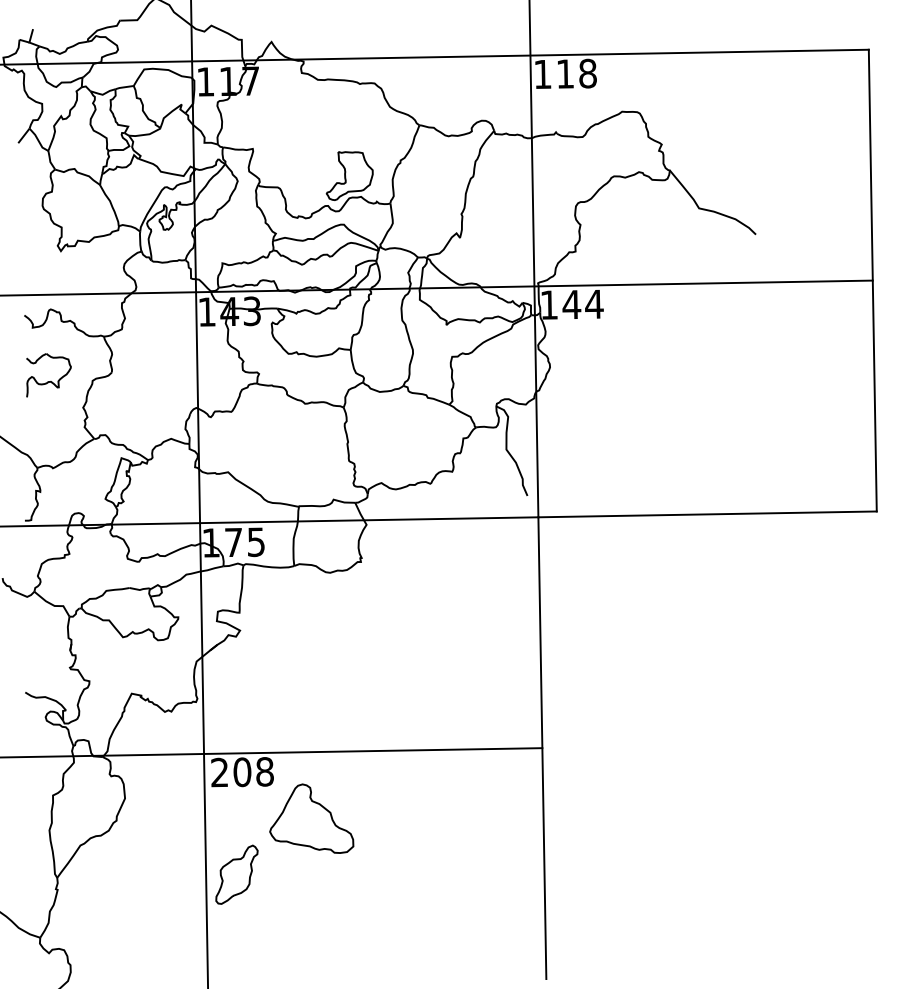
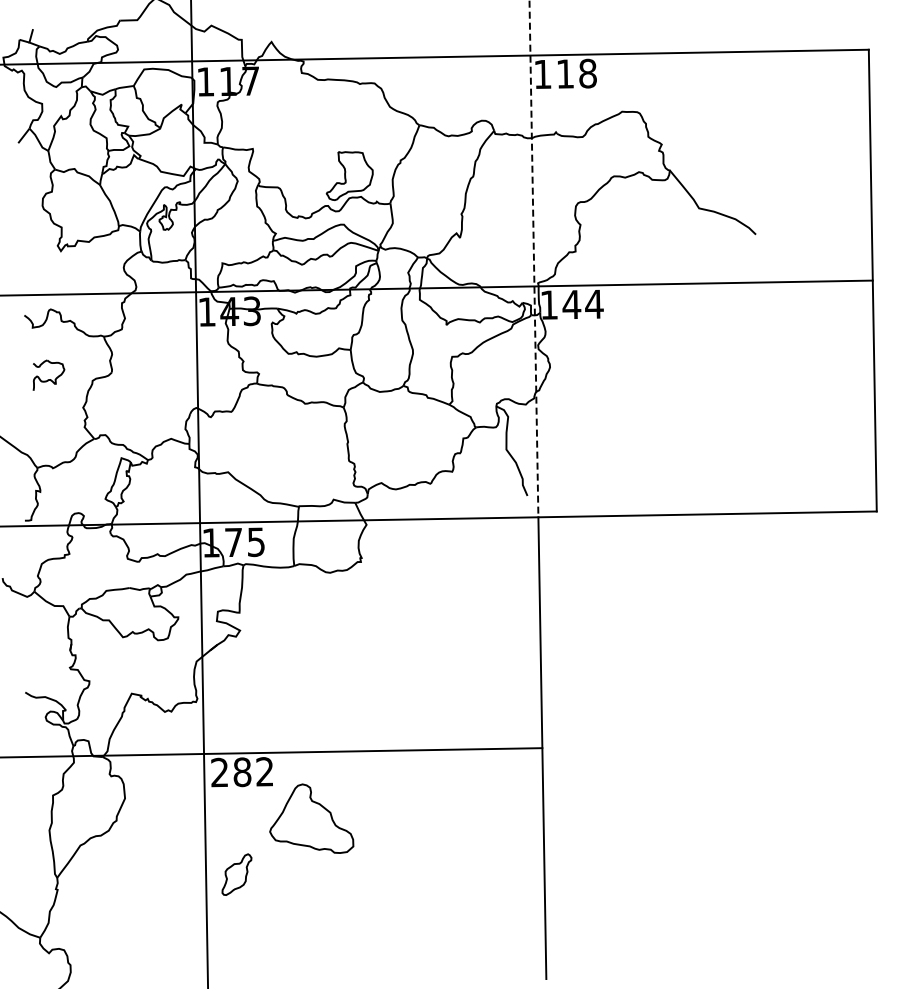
line at (533, 259): solid -> dashed
part at (48, 375) size: 46x45 px -> 34x32 px
text at (253, 771): 208 -> 282
part at (236, 874) size: 44x61 px -> 32x43 px
